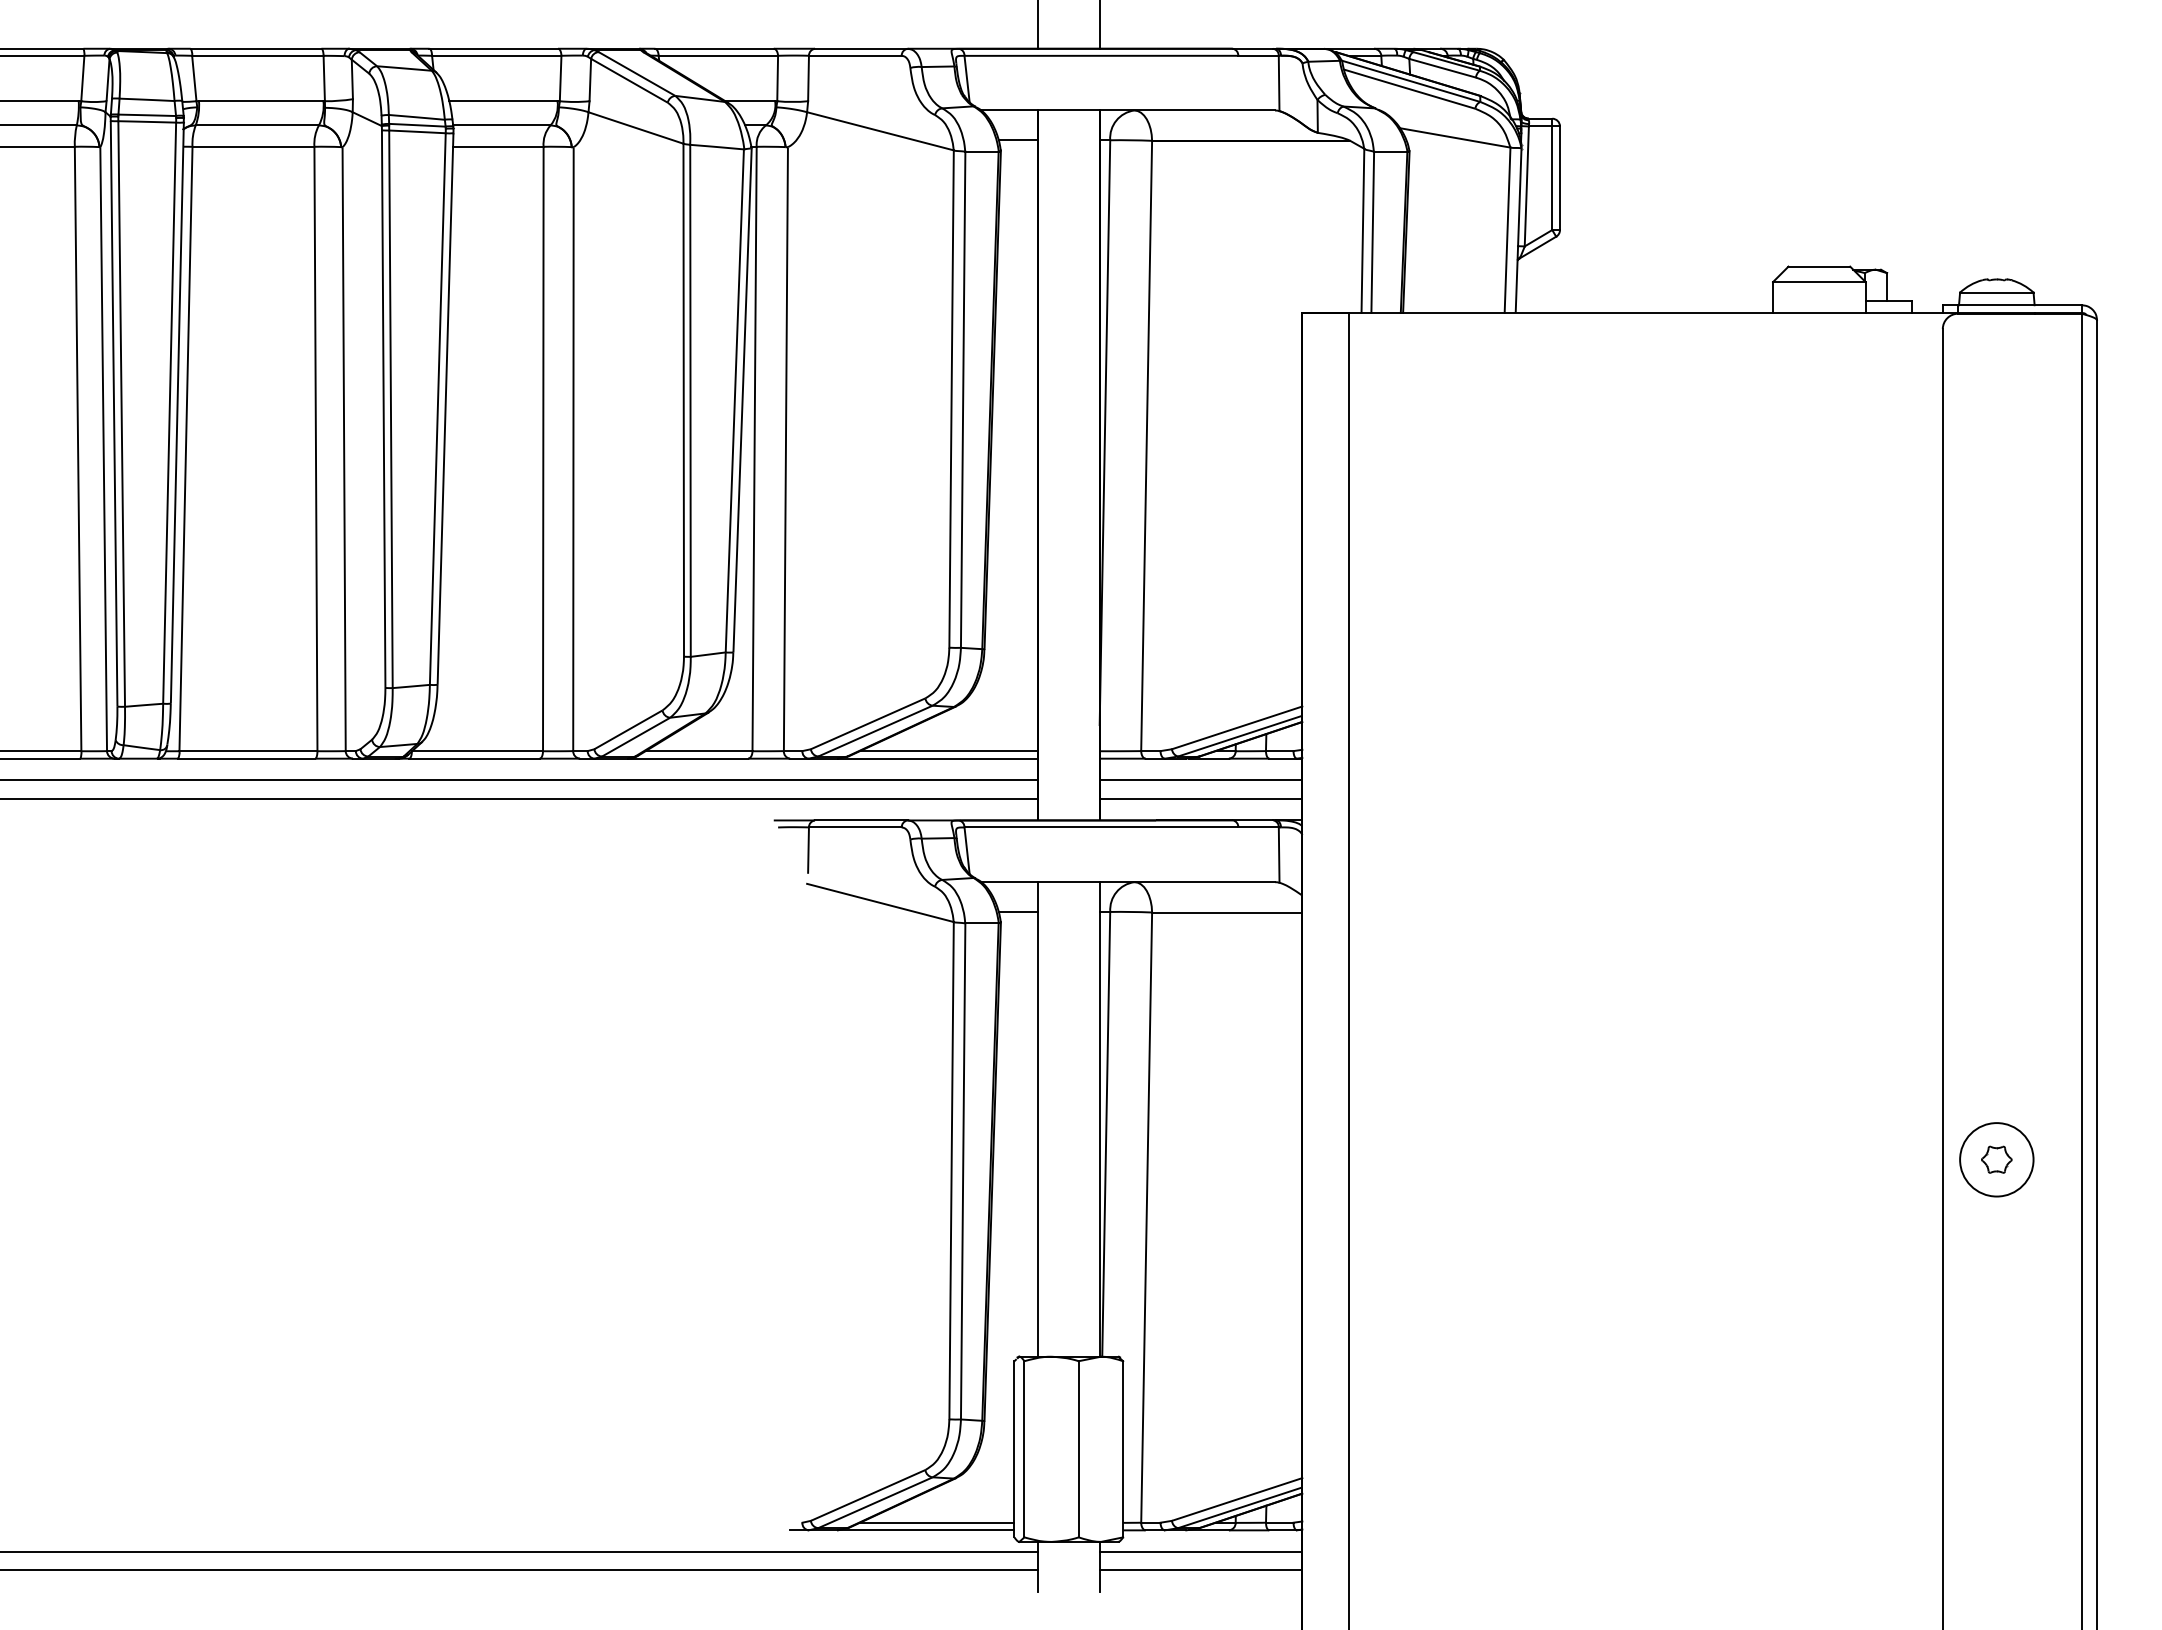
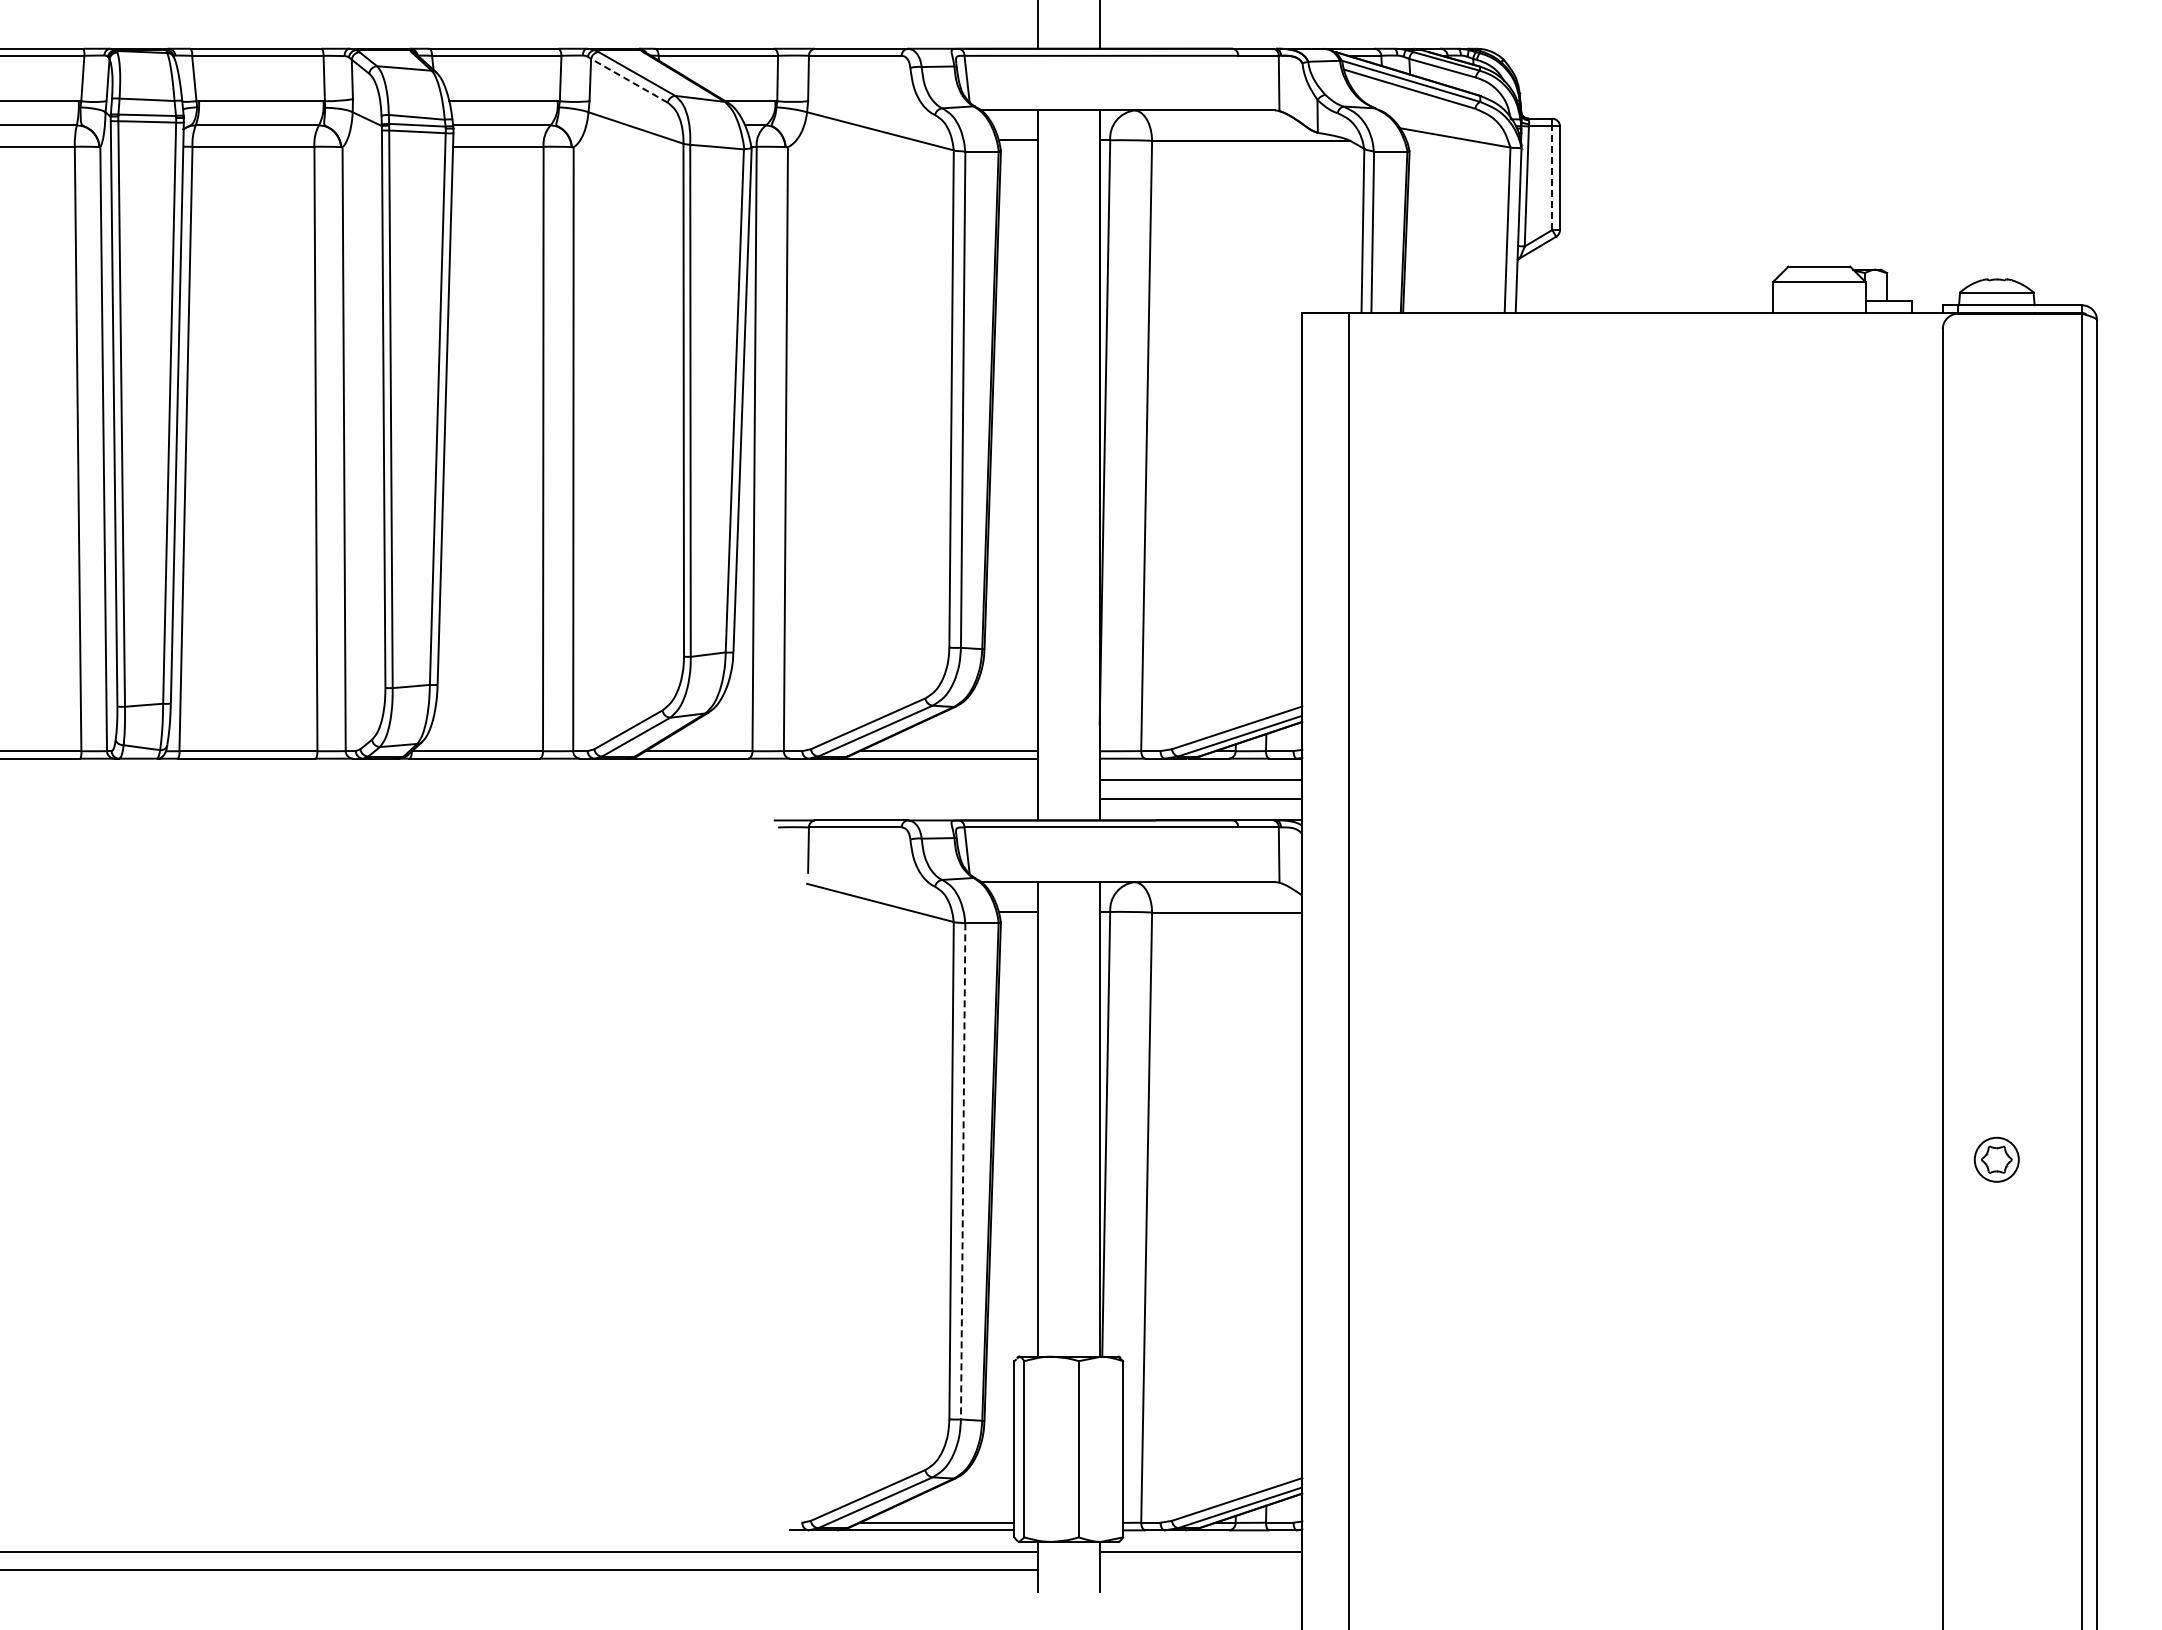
line at (629, 80): solid -> dashed
line at (1552, 178): solid -> dashed
line at (519, 780): present -> none
line at (519, 798): present -> none
circle at (1996, 1159) diameter: 73 px -> 44 px
line at (963, 1171): solid -> dashed
line at (1200, 1570): present -> none
